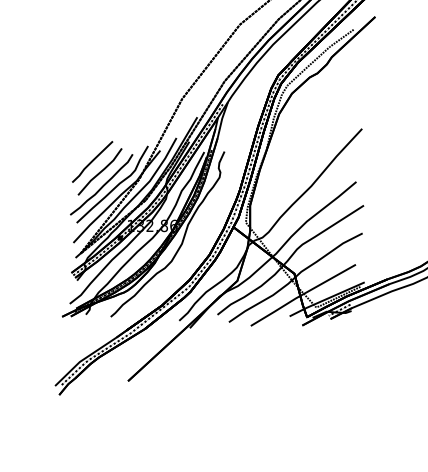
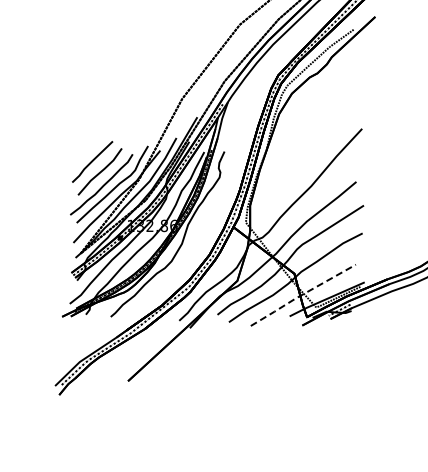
line at (302, 294): solid -> dashed
